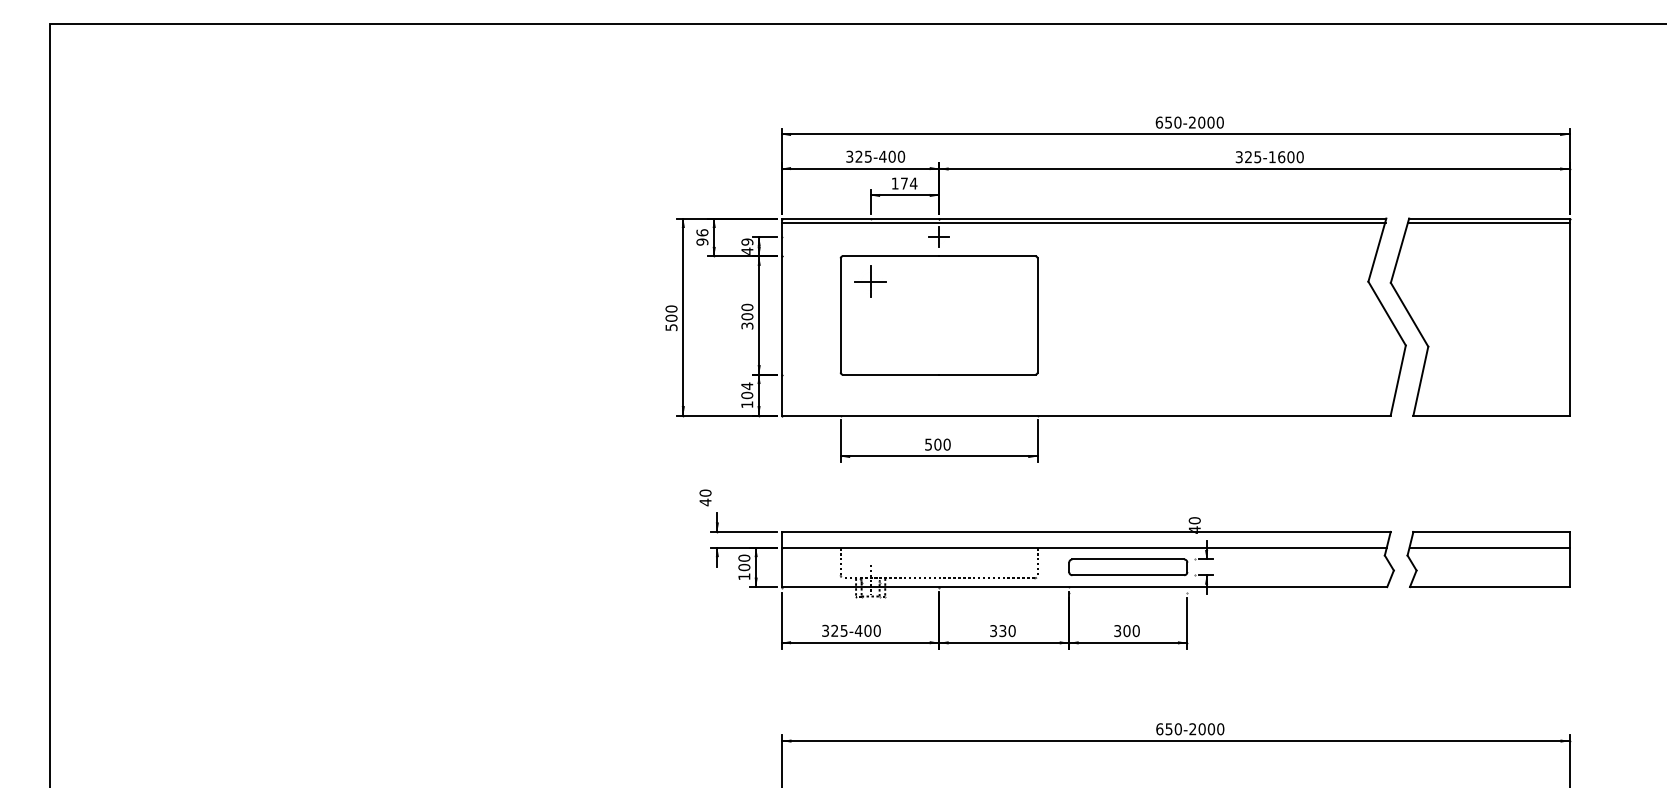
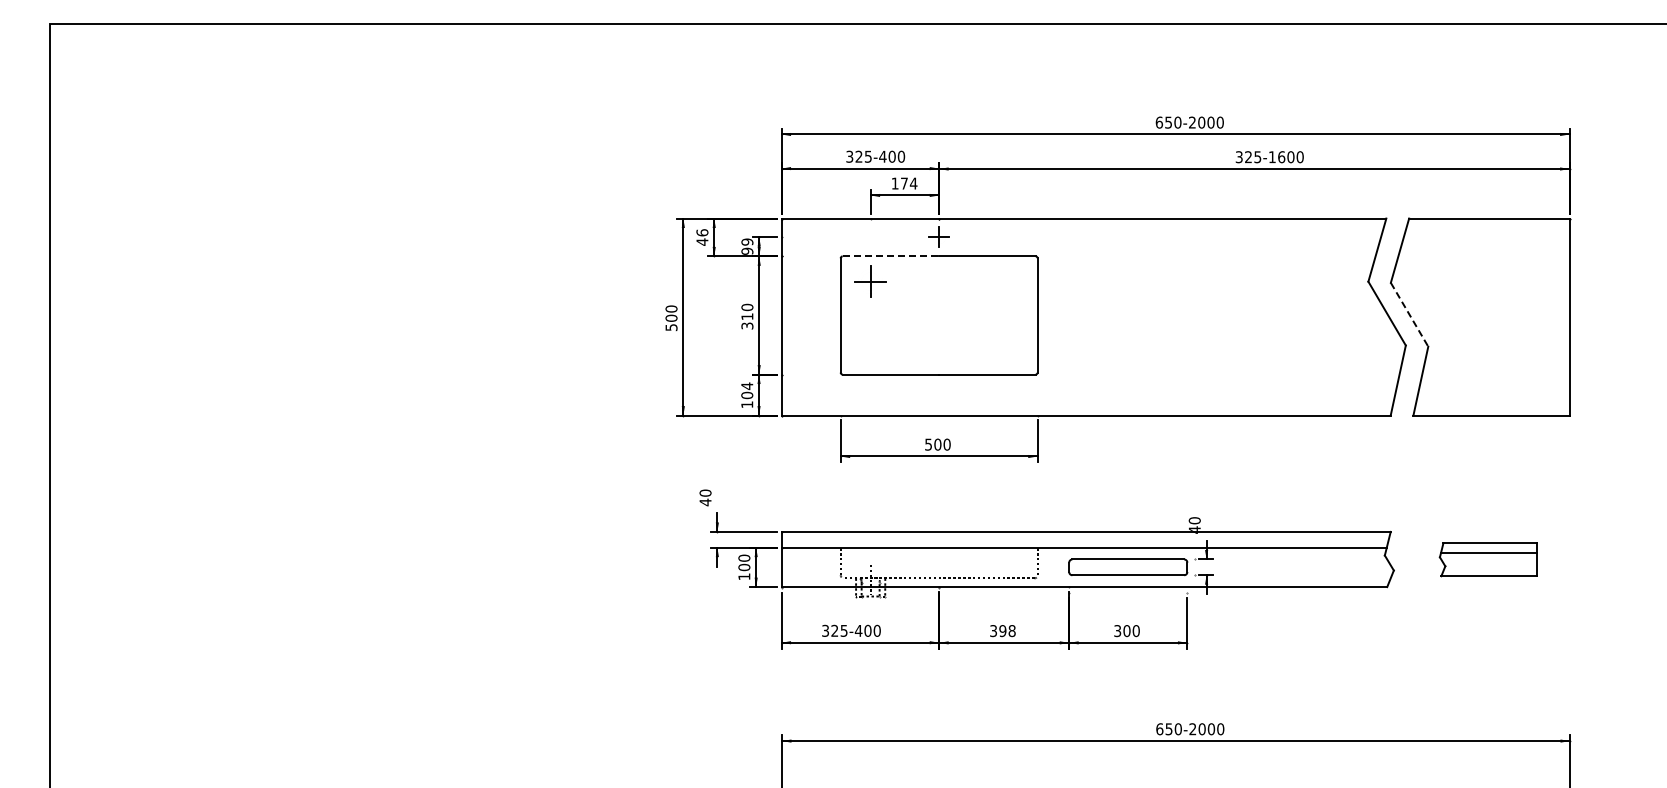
line at (1083, 223): present -> none
line at (1488, 223): present -> none
text at (702, 241): 96 -> 46
text at (747, 250): 49 -> 99
line at (891, 256): solid -> dashed
line at (1409, 314): solid -> dashed
text at (747, 316): 300 -> 310
part at (1488, 559) size: 165x58 px -> 100x36 px
text at (1007, 630): 330 -> 398
